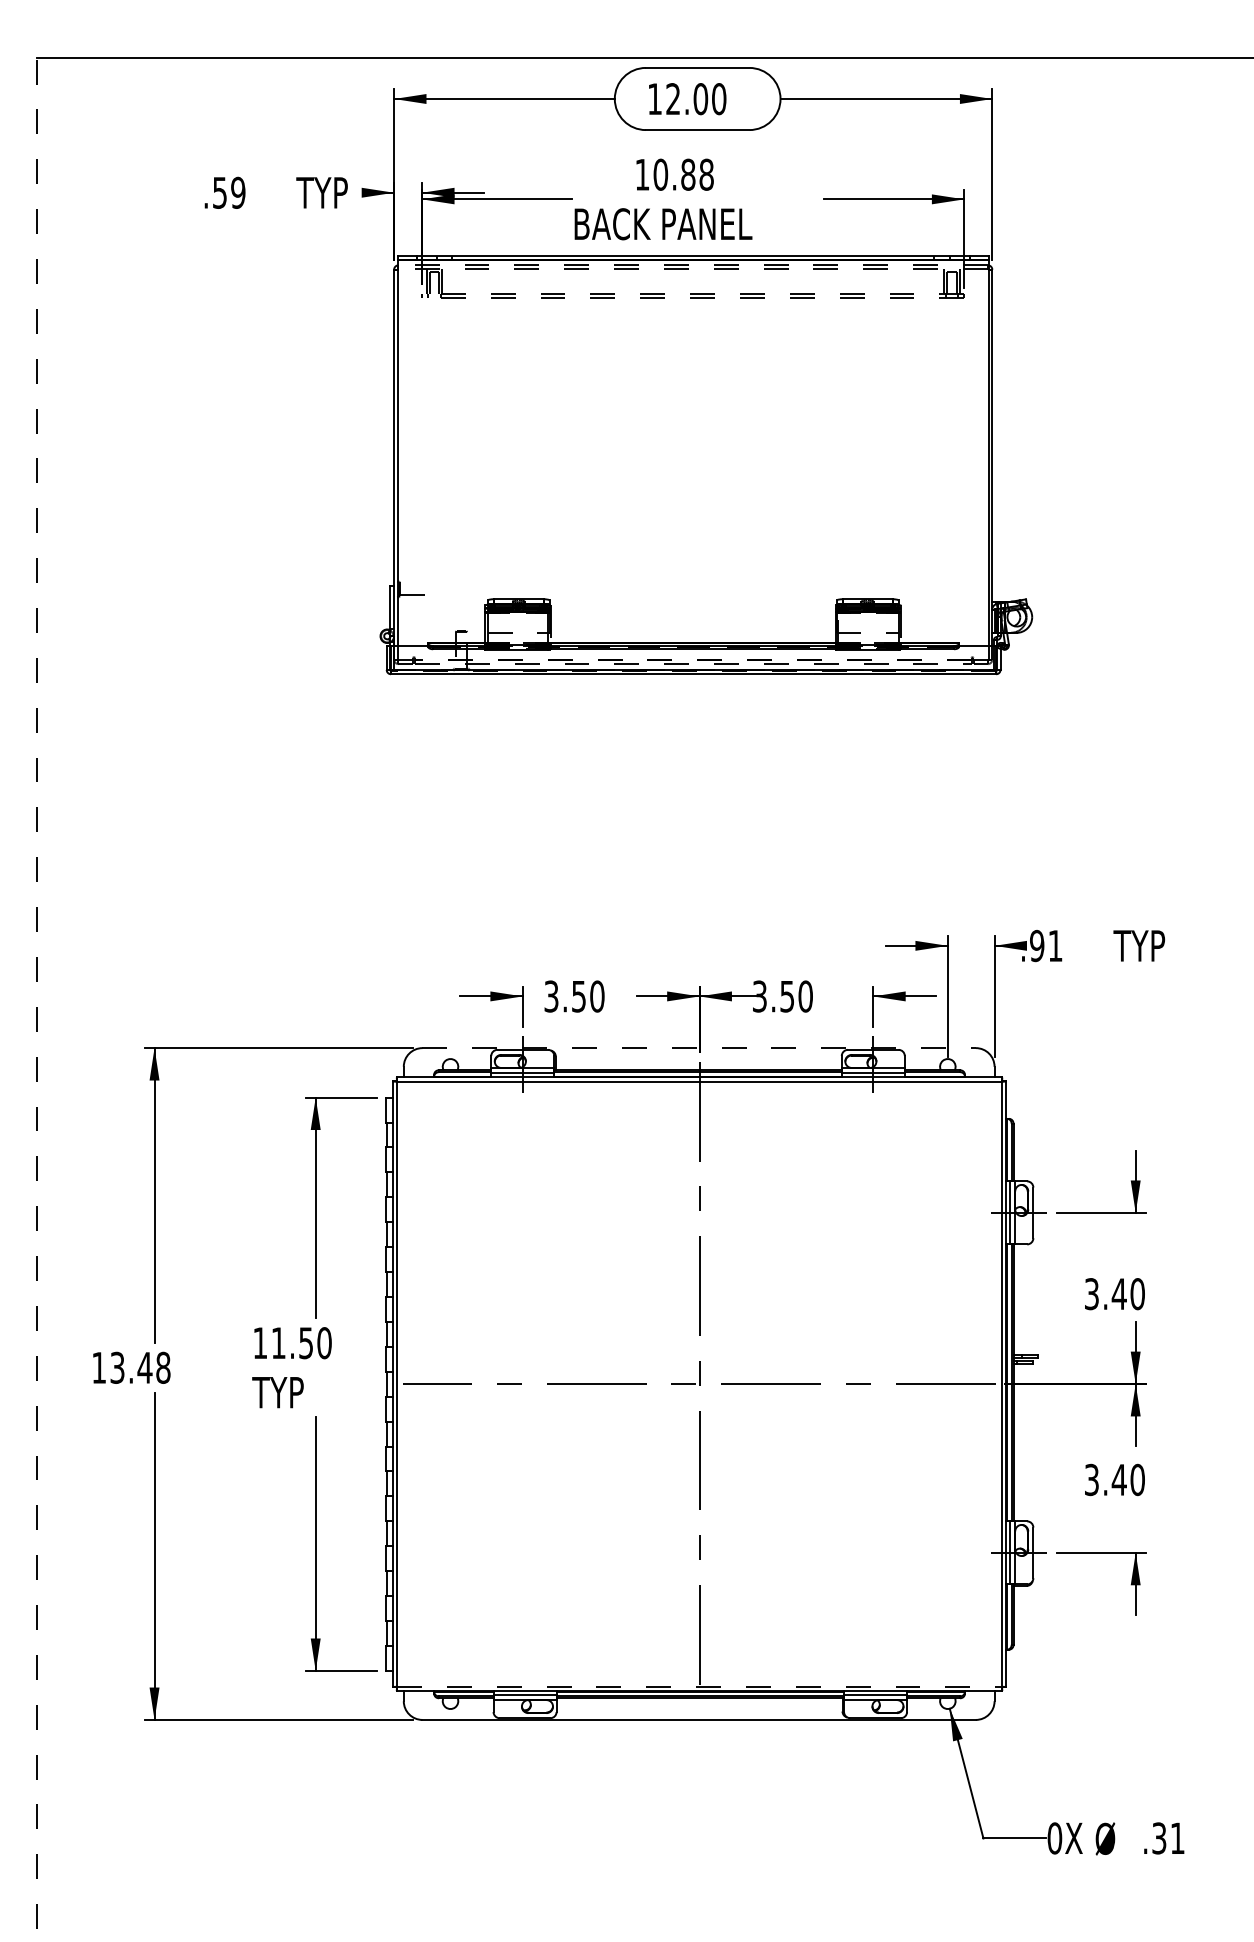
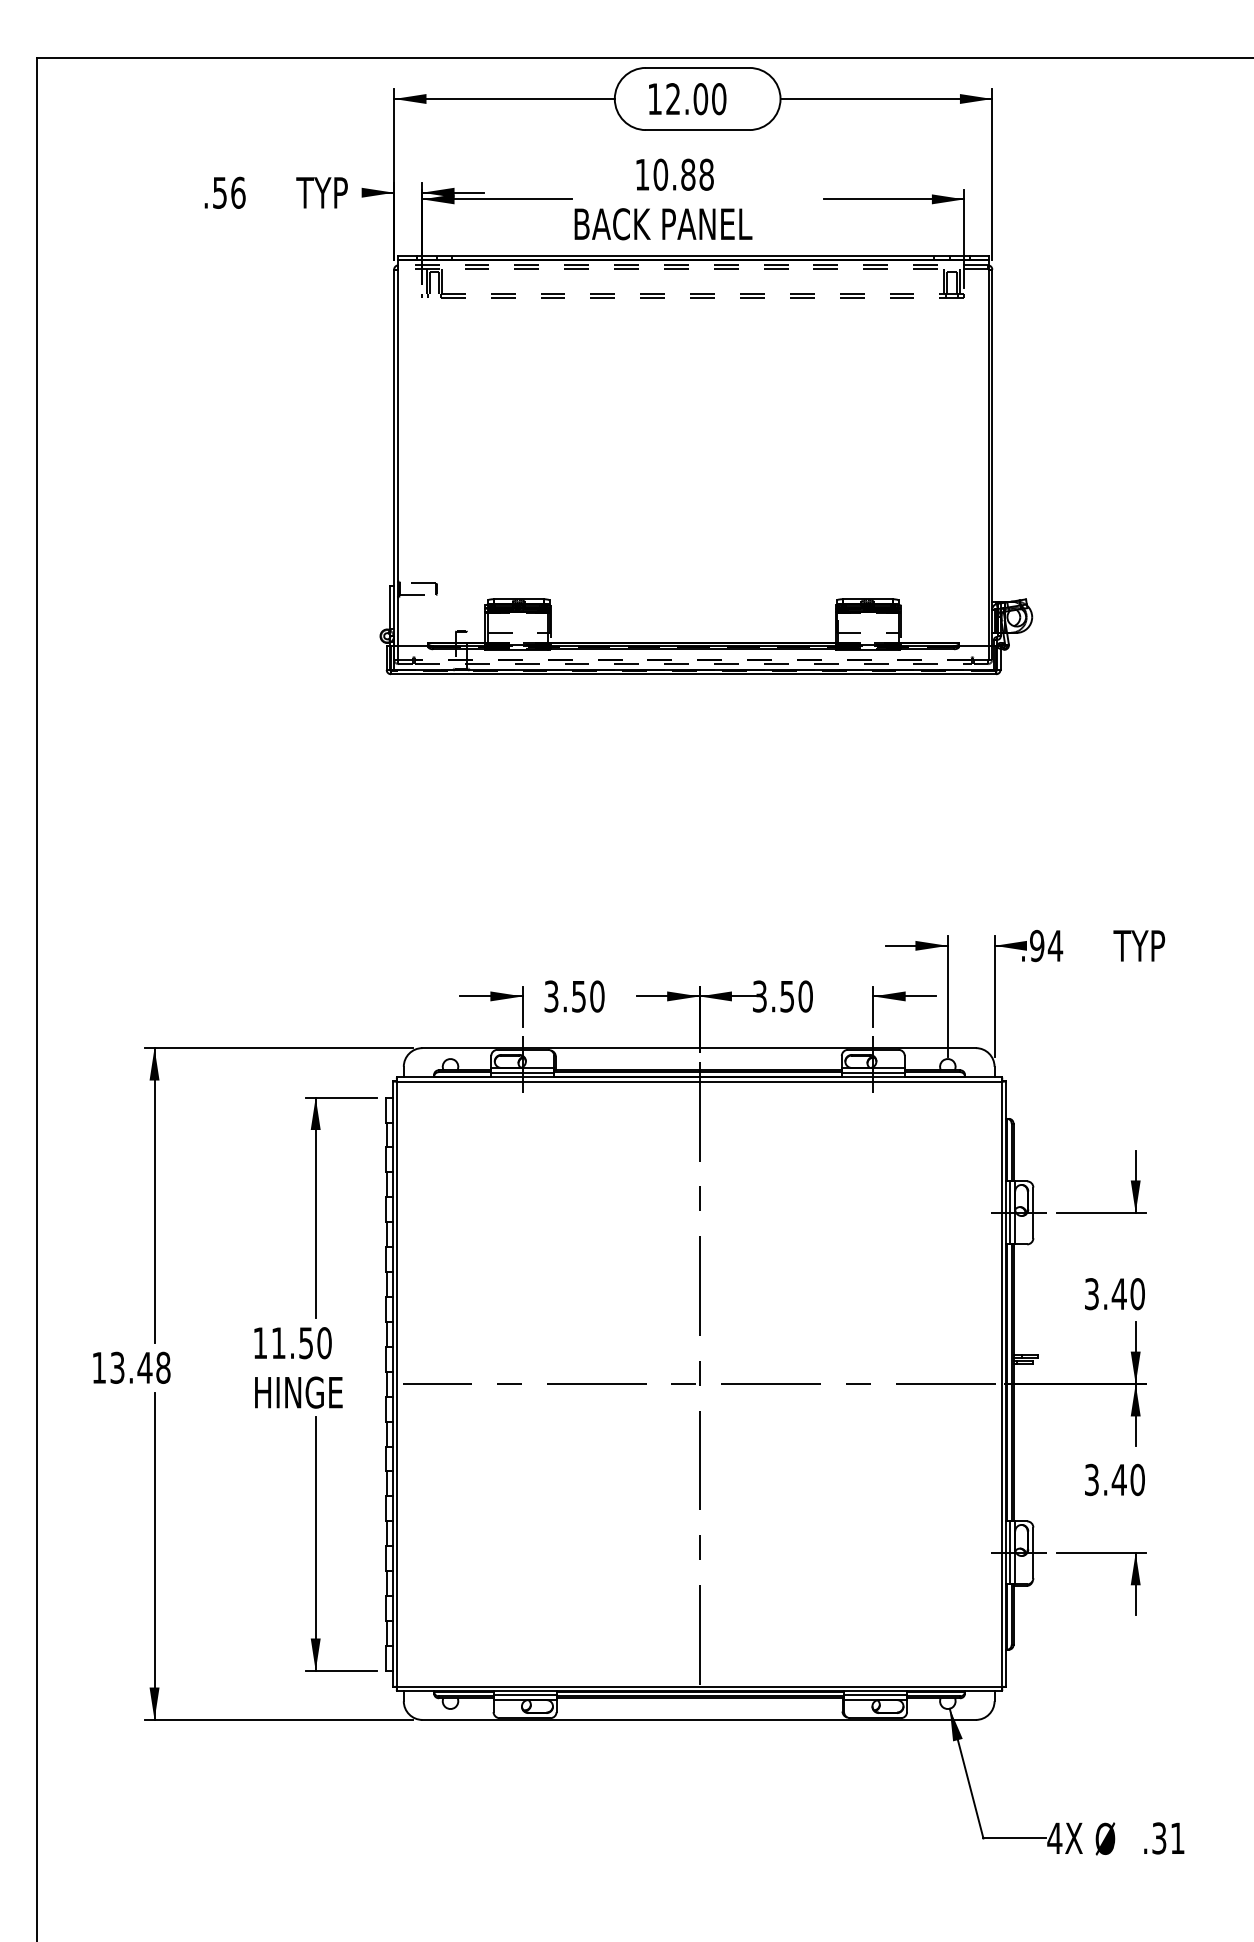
text at (238, 192): .59 -> .56
part at (424, 588): none -> present
text at (1055, 945): .91 -> .94
line at (37, 1000): dashed -> solid
line at (699, 1048): dashed -> solid
text at (297, 1392): TYP -> HINGE
line at (699, 1686): dashed -> solid
text at (1054, 1838): 0X -> 4X
